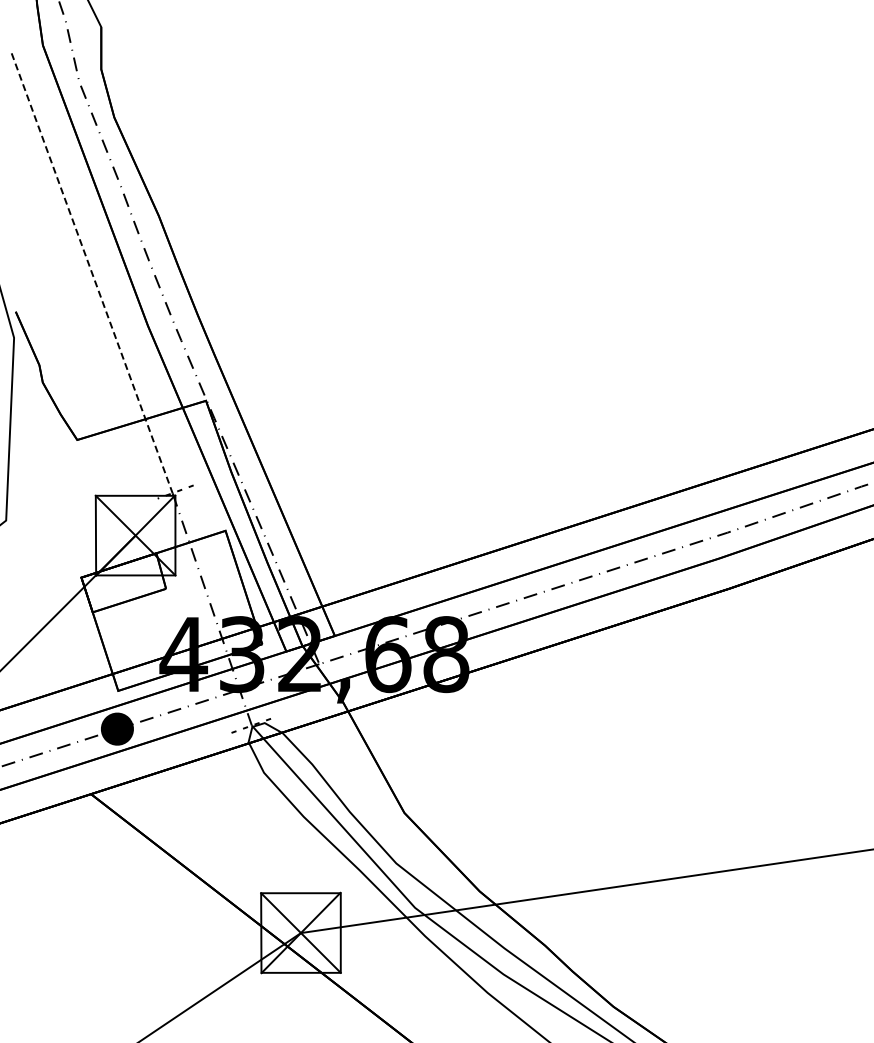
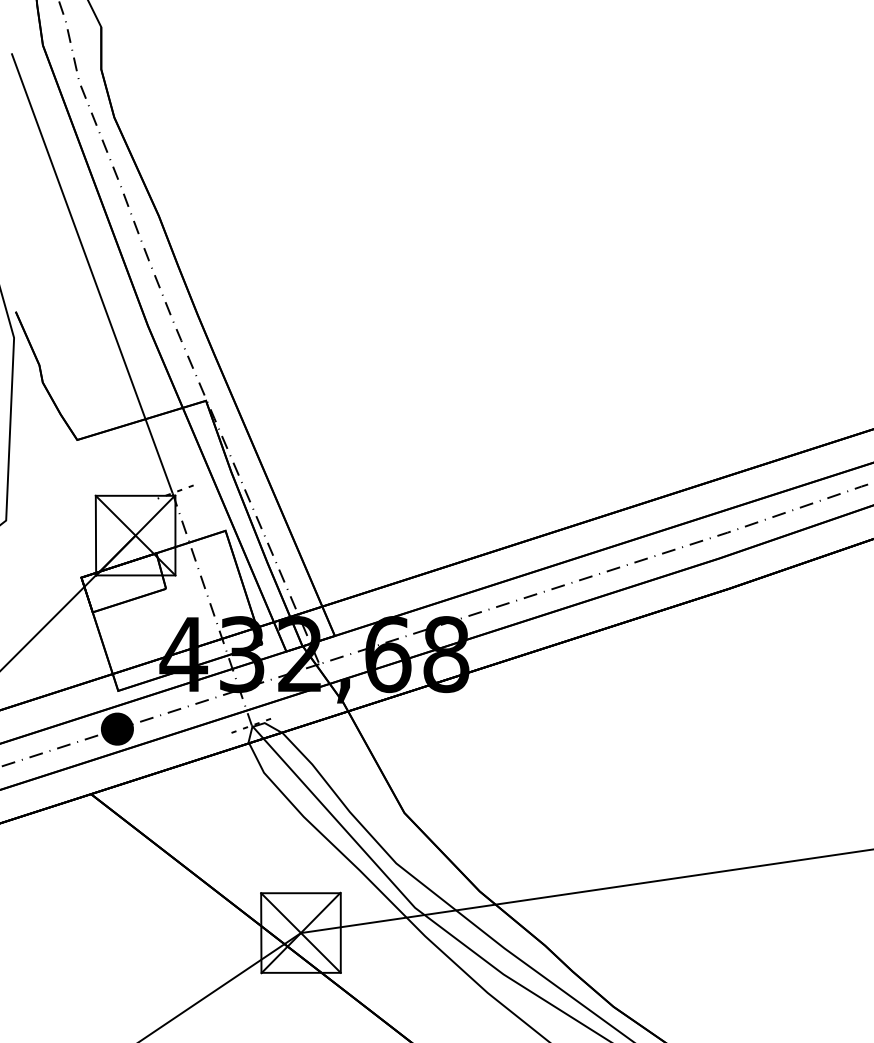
line at (92, 273): dashed -> solid
